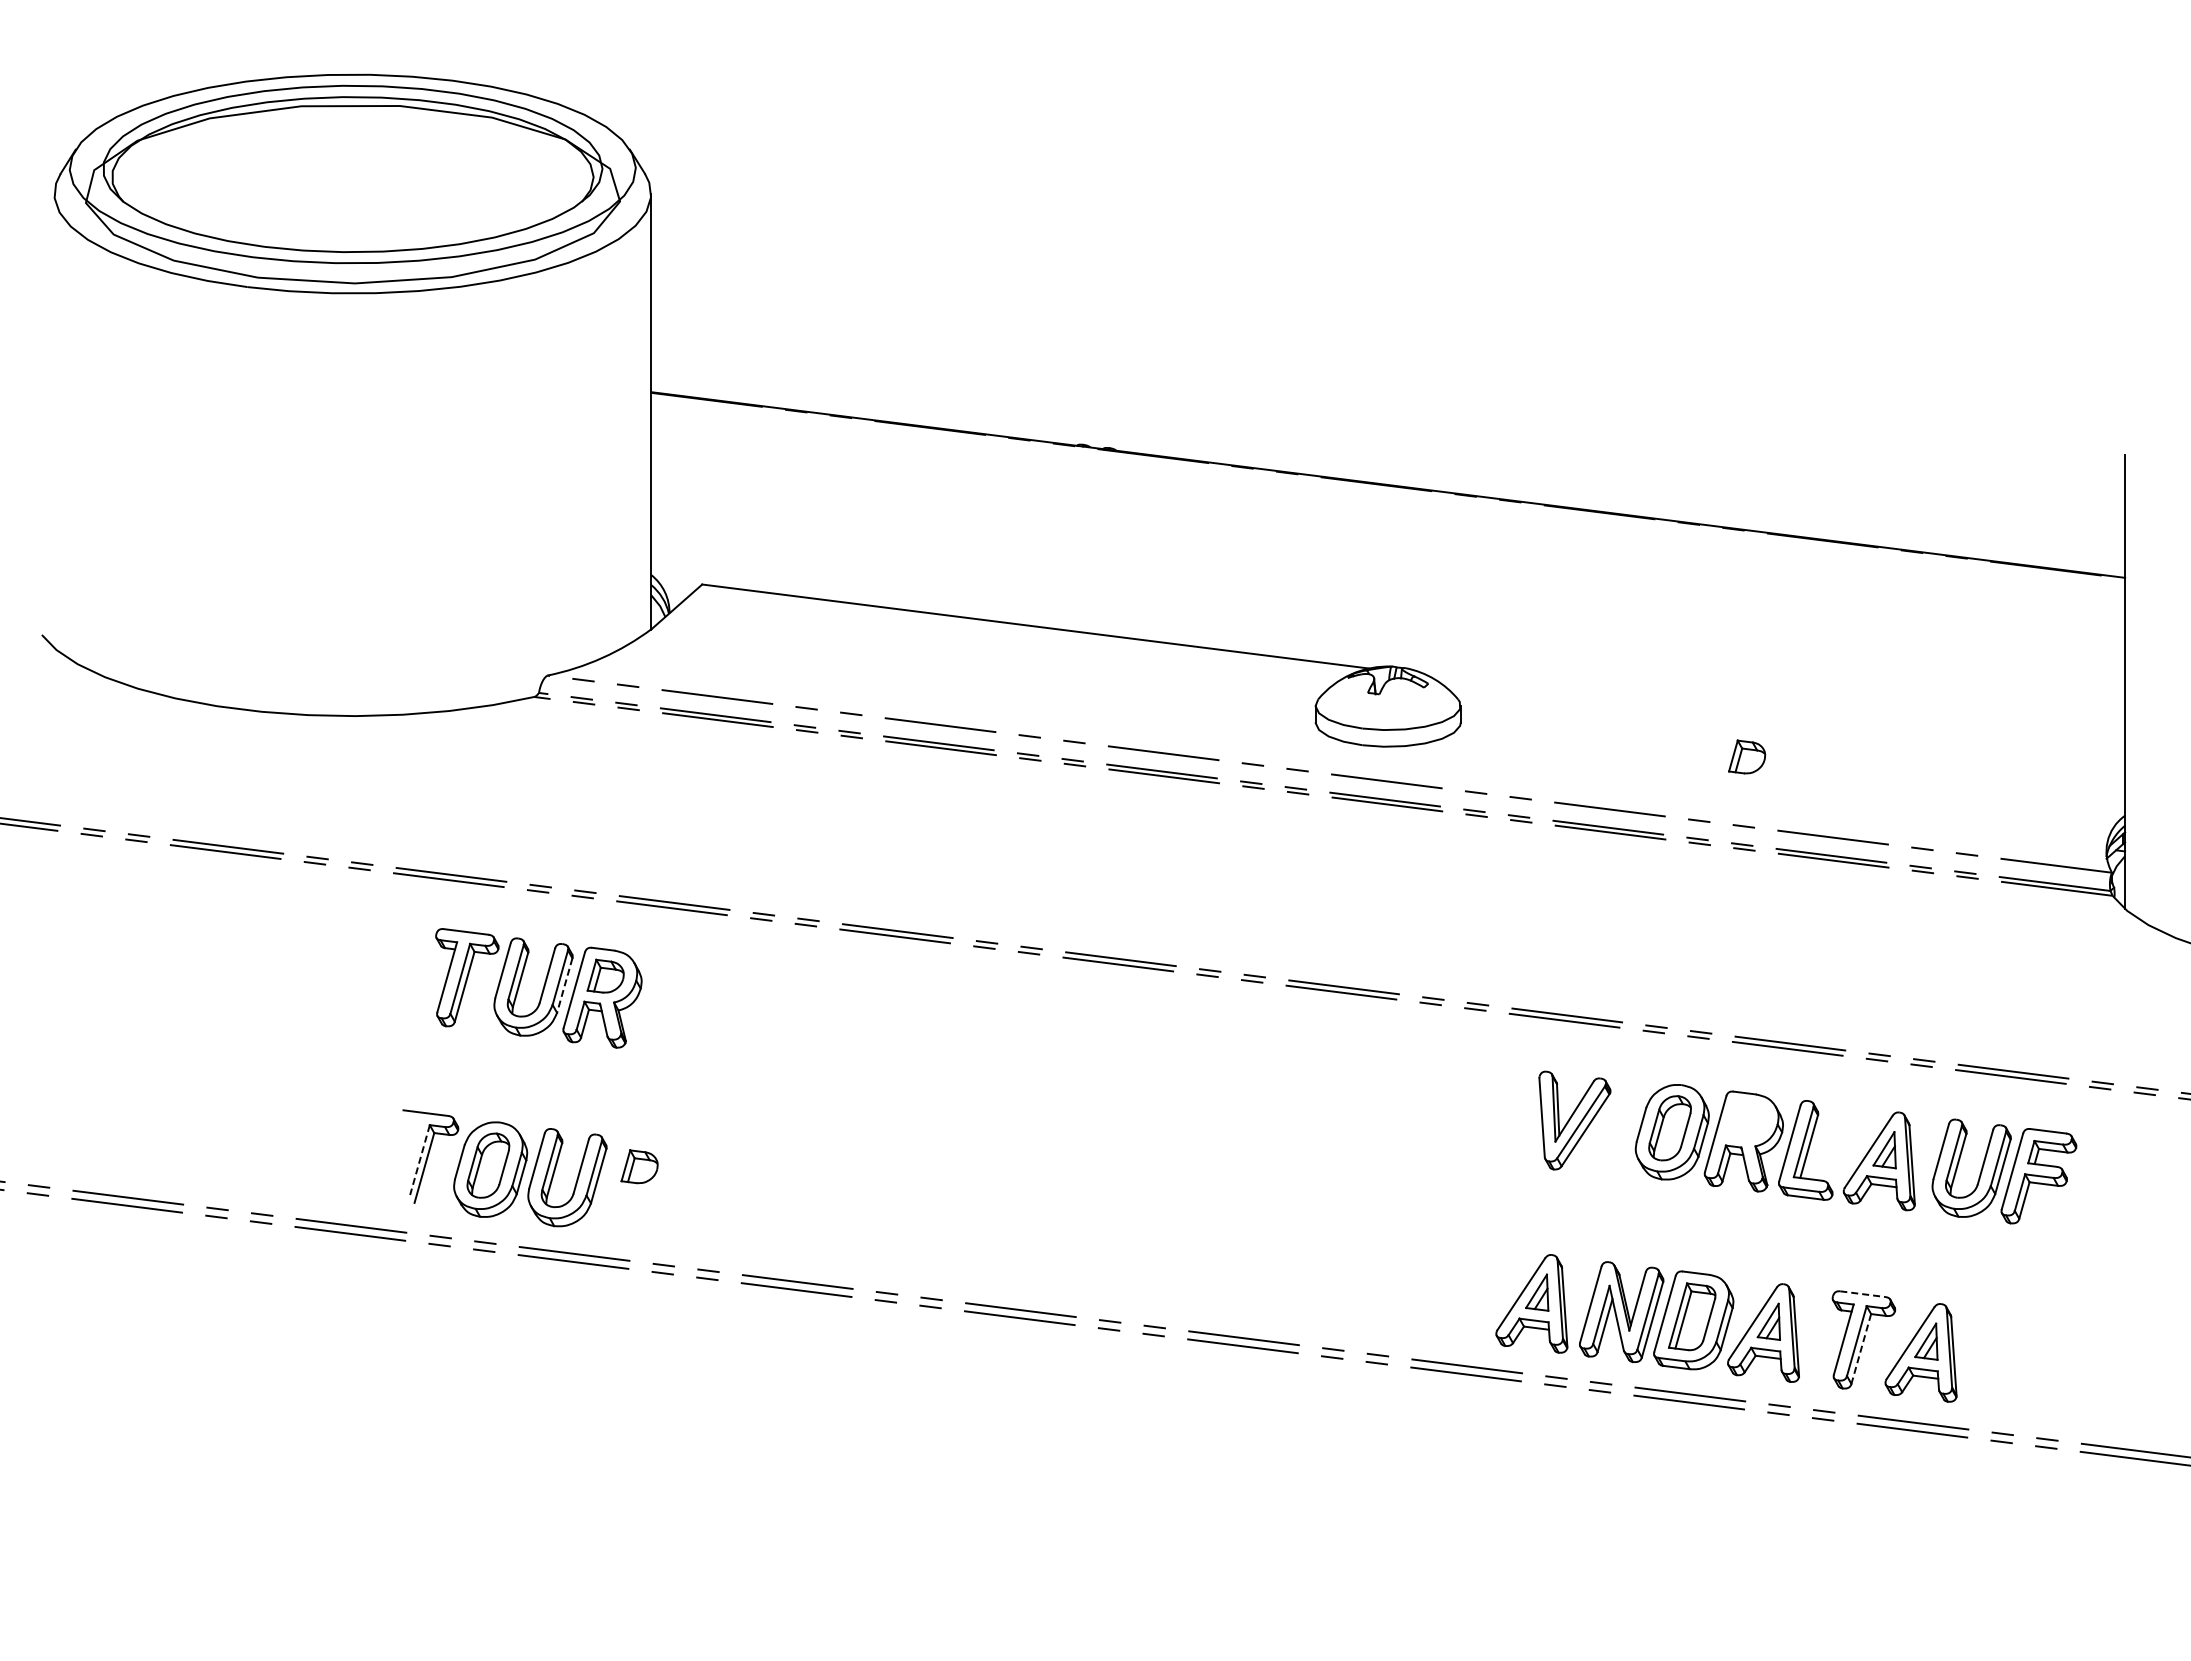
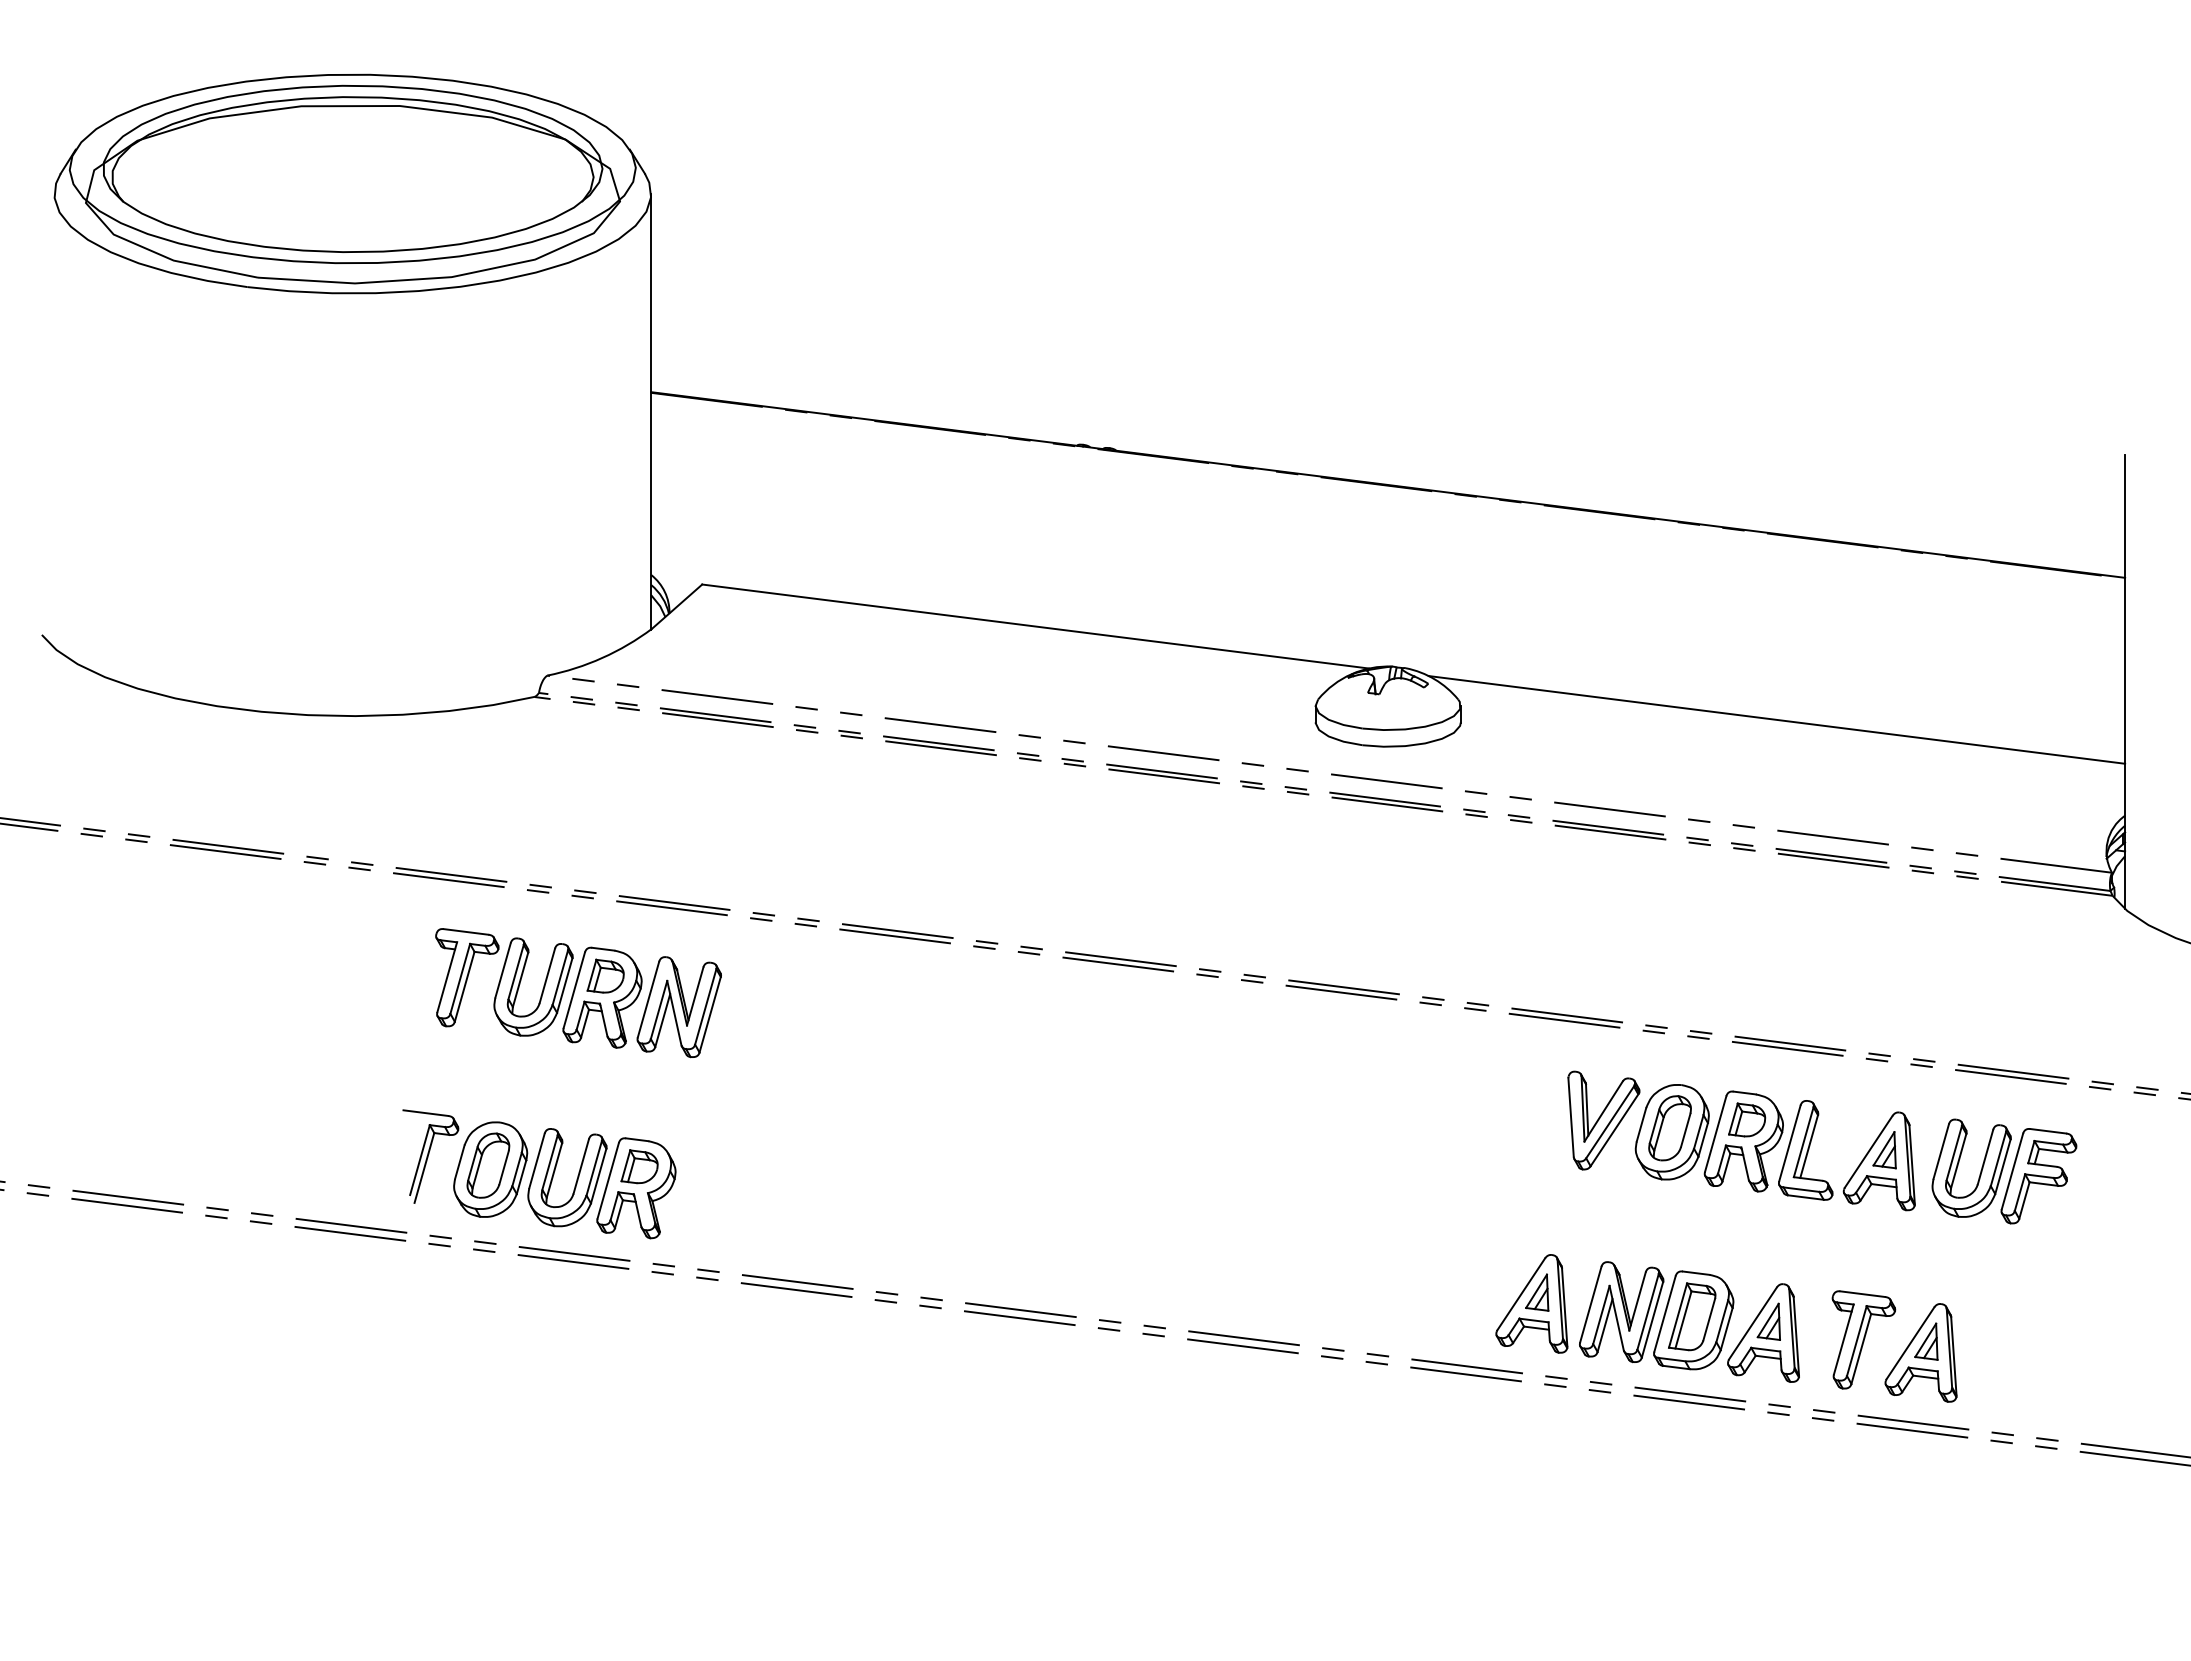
line at (1776, 719): none -> present
part at (1747, 756) position: (1747, 756) -> (1747, 1119)
line at (564, 986): dashed -> solid
part at (678, 1007): none -> present
part at (1574, 1120) position: (1574, 1120) -> (1603, 1120)
line at (419, 1160): dashed -> solid
part at (636, 1188): none -> present
line at (1862, 1294): dashed -> solid
line at (1861, 1349): dashed -> solid
